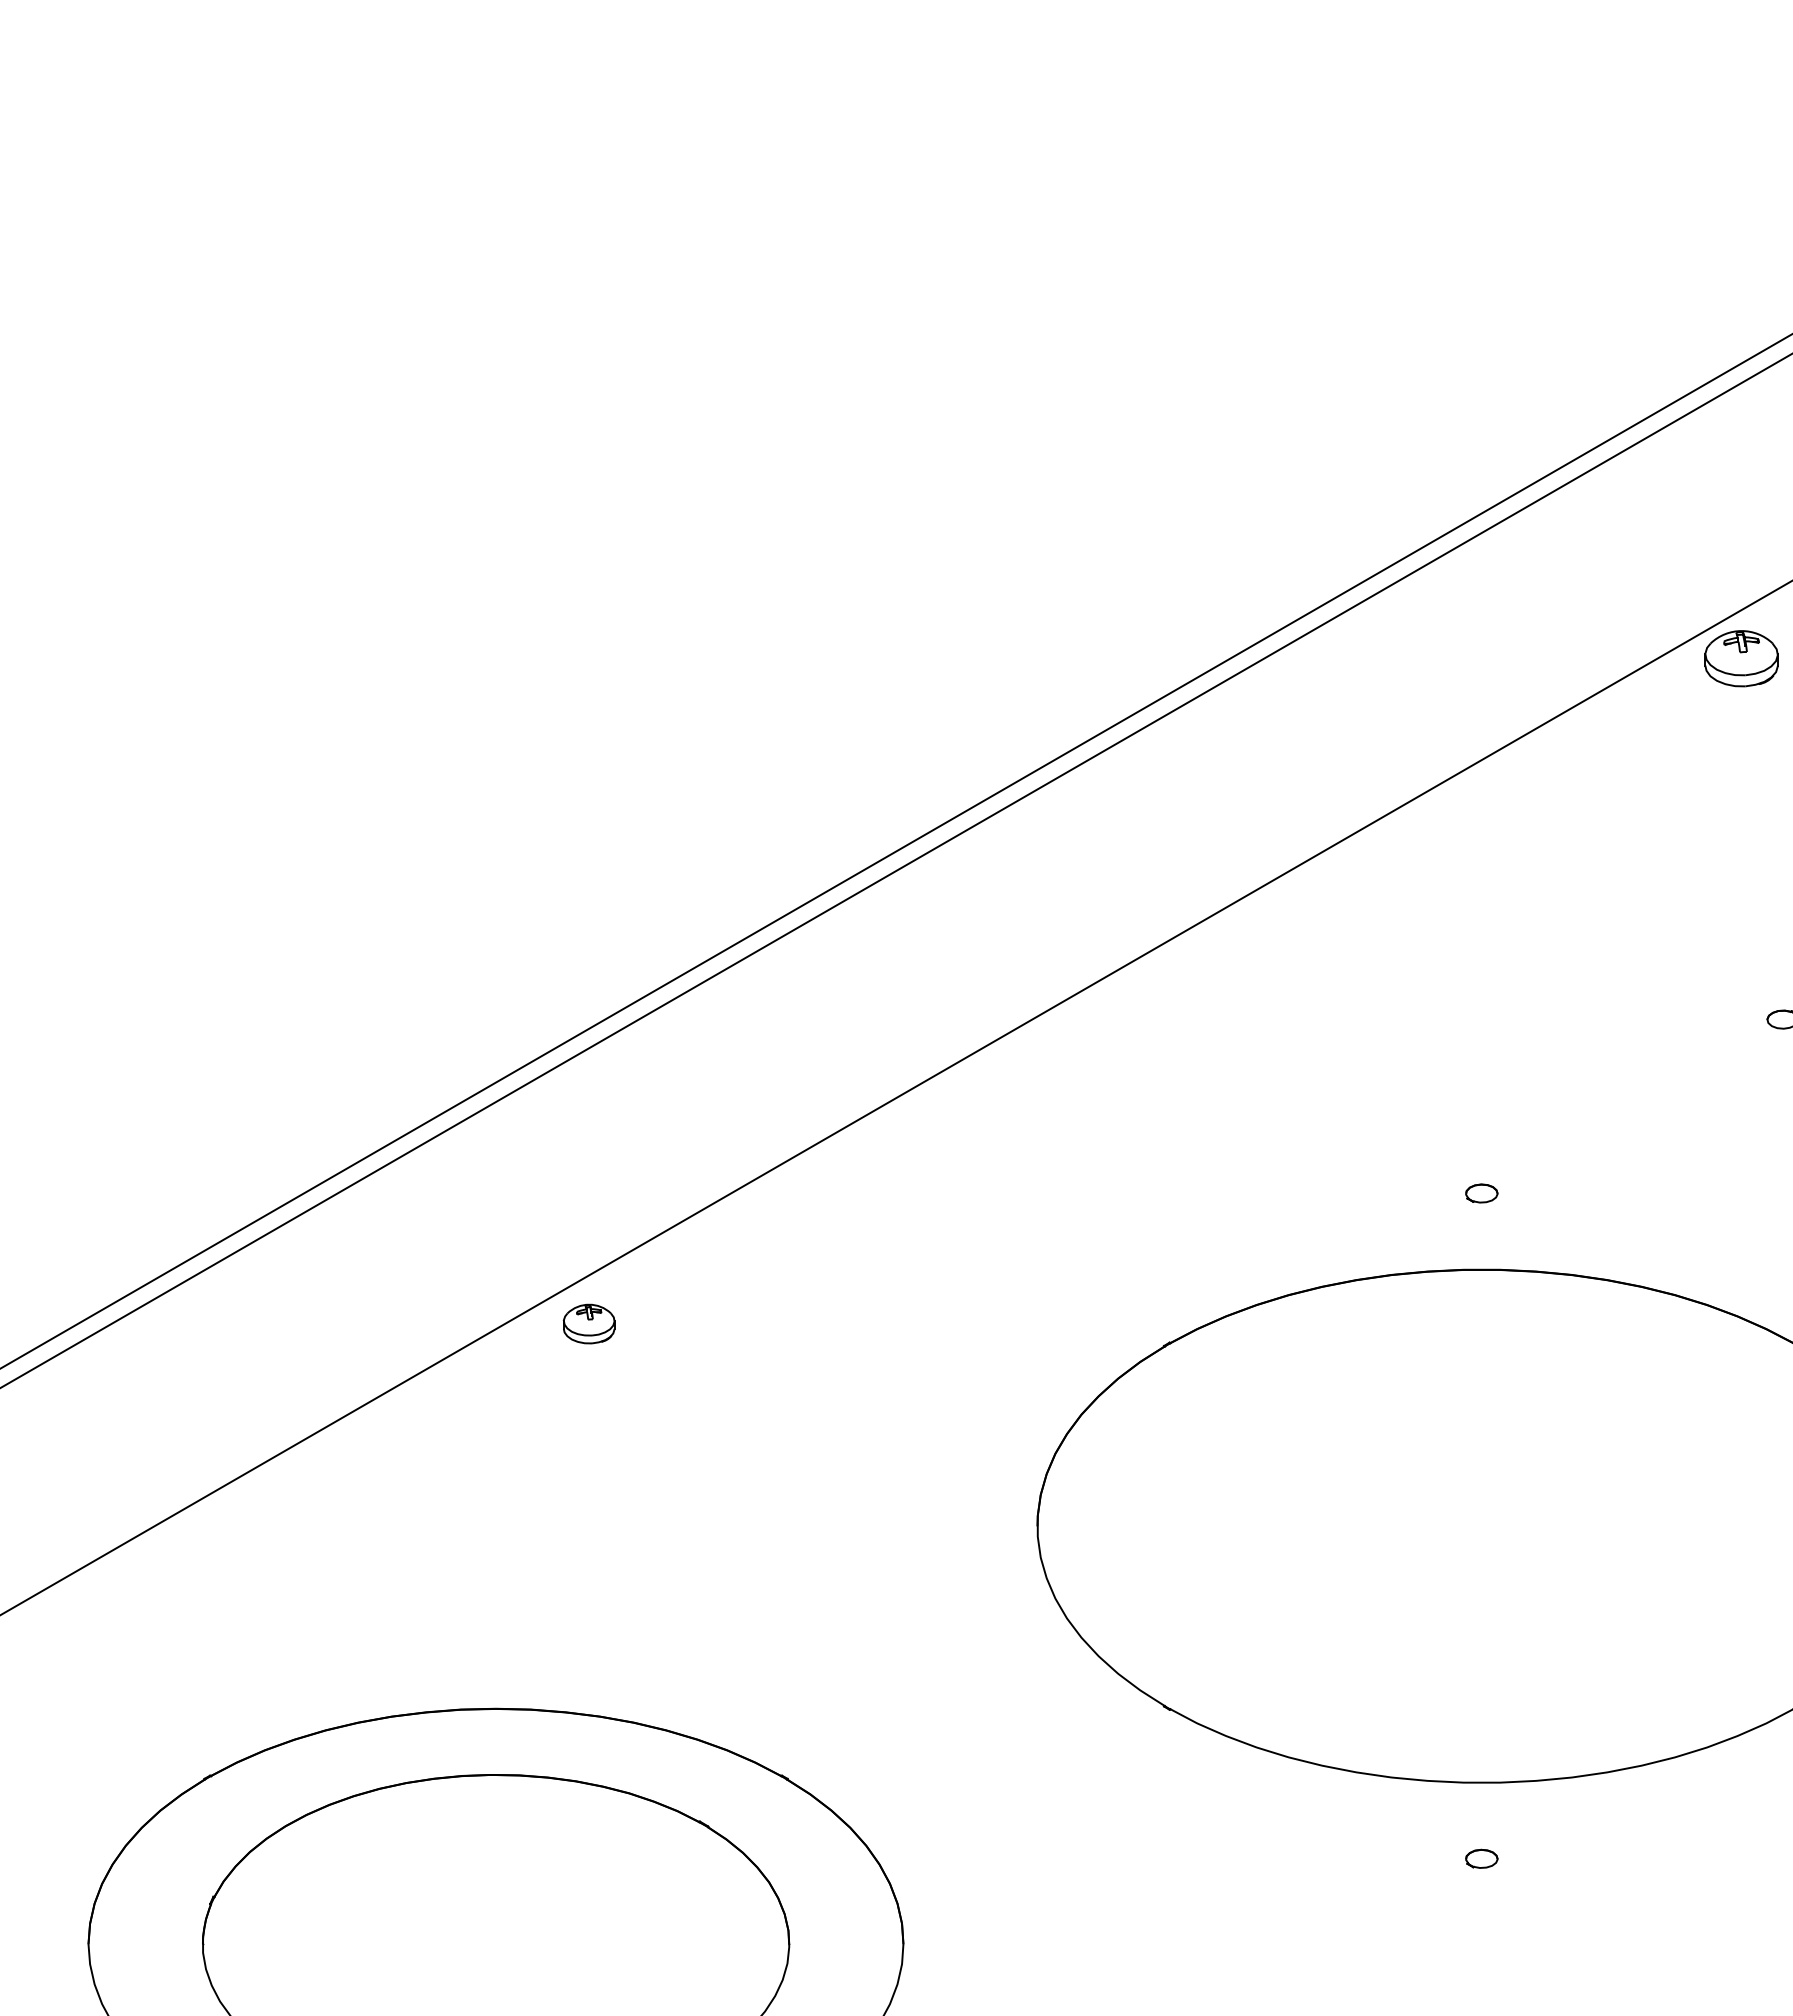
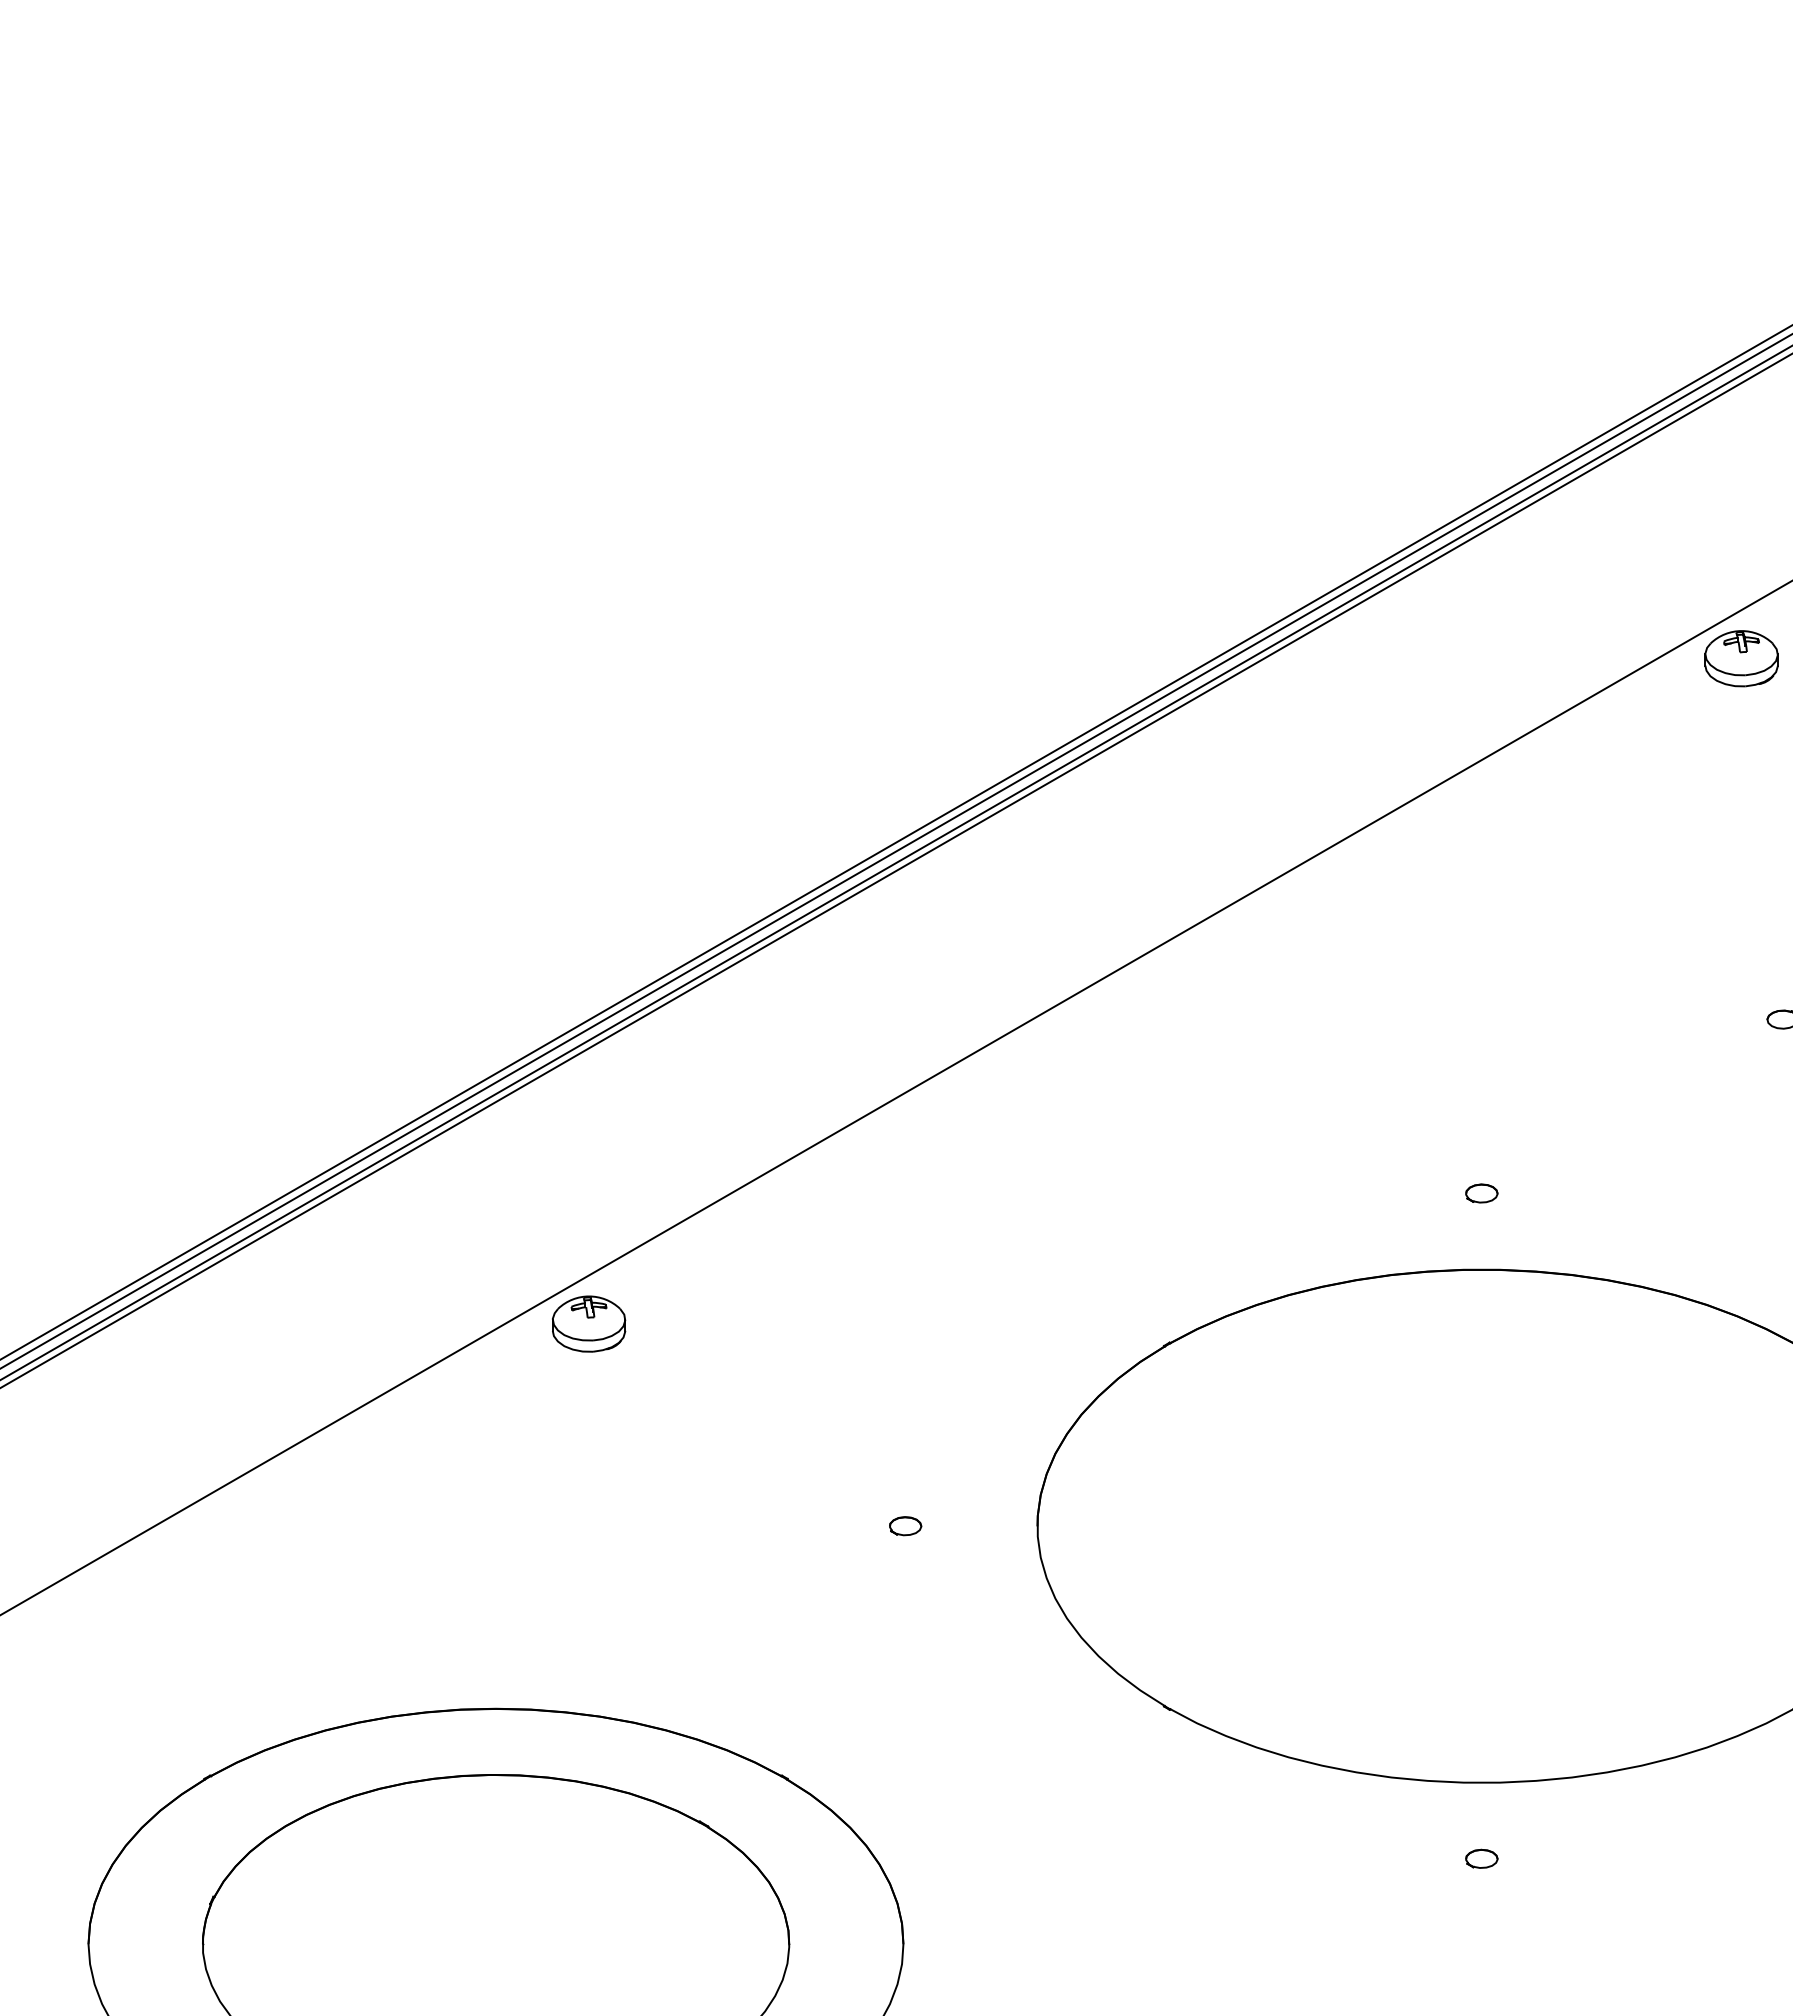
line at (895, 842): none -> present
line at (895, 862): none -> present
part at (588, 1323) size: 54x42 px -> 75x58 px
part at (905, 1526): none -> present
